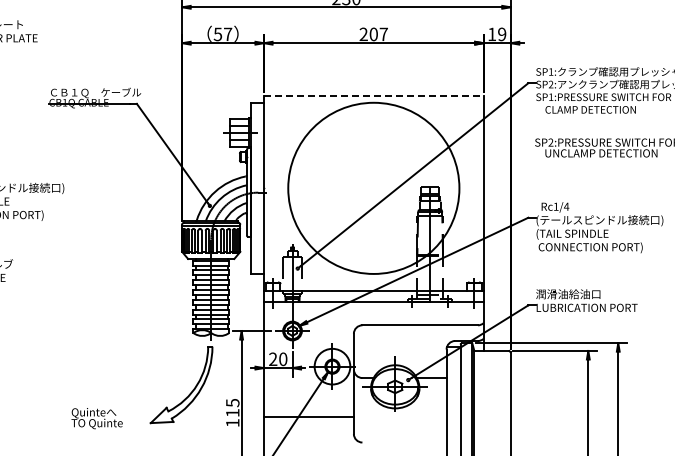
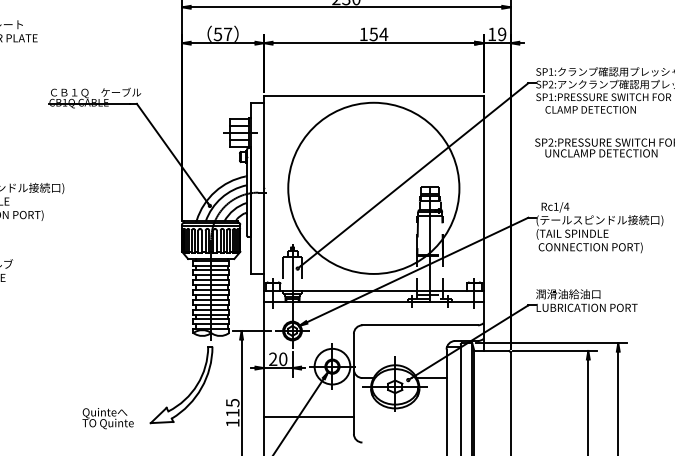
text at (373, 34): 207 -> 154
line at (373, 95): dashed -> solid
text at (96, 418) position: (96, 418) -> (107, 418)
